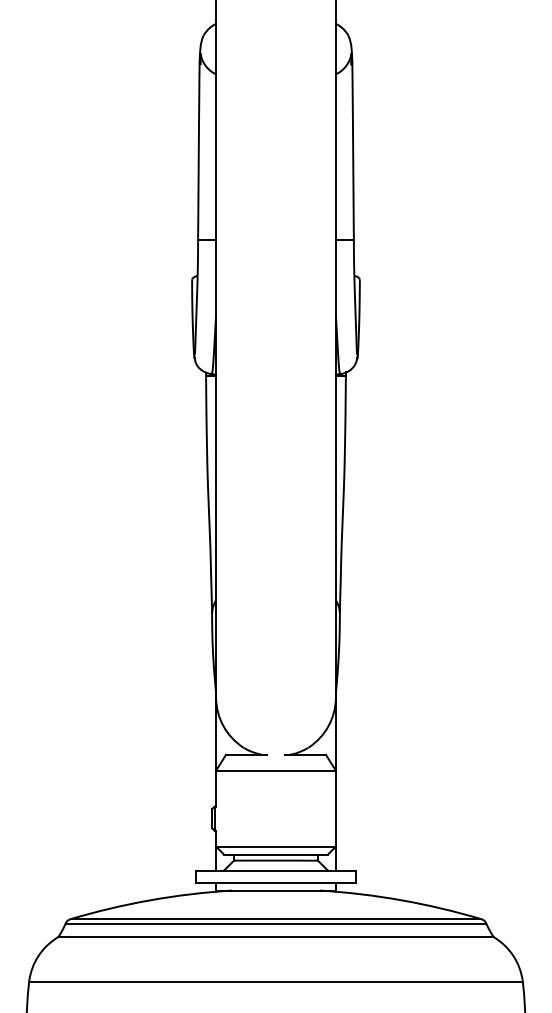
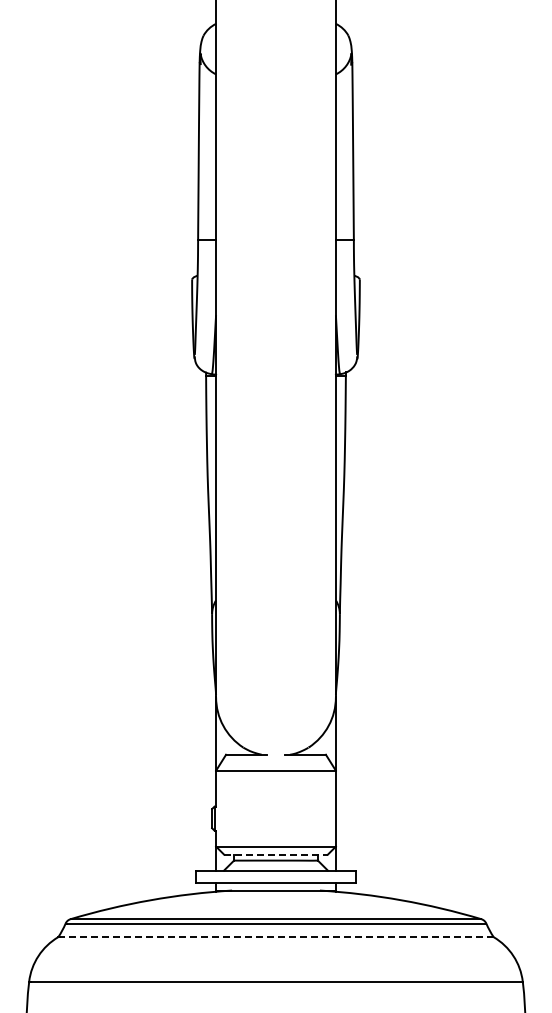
line at (276, 854): solid -> dashed
line at (276, 937): solid -> dashed
